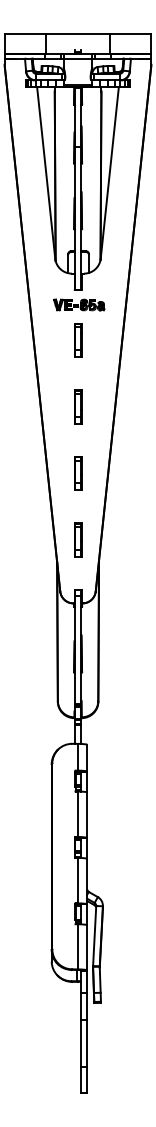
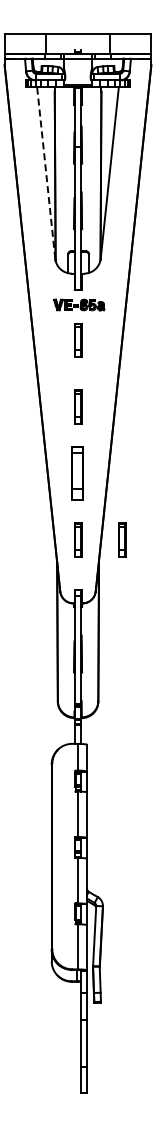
line at (46, 172): solid -> dashed
part at (78, 473) size: 9x35 px -> 13x55 px
part at (122, 539): none -> present
